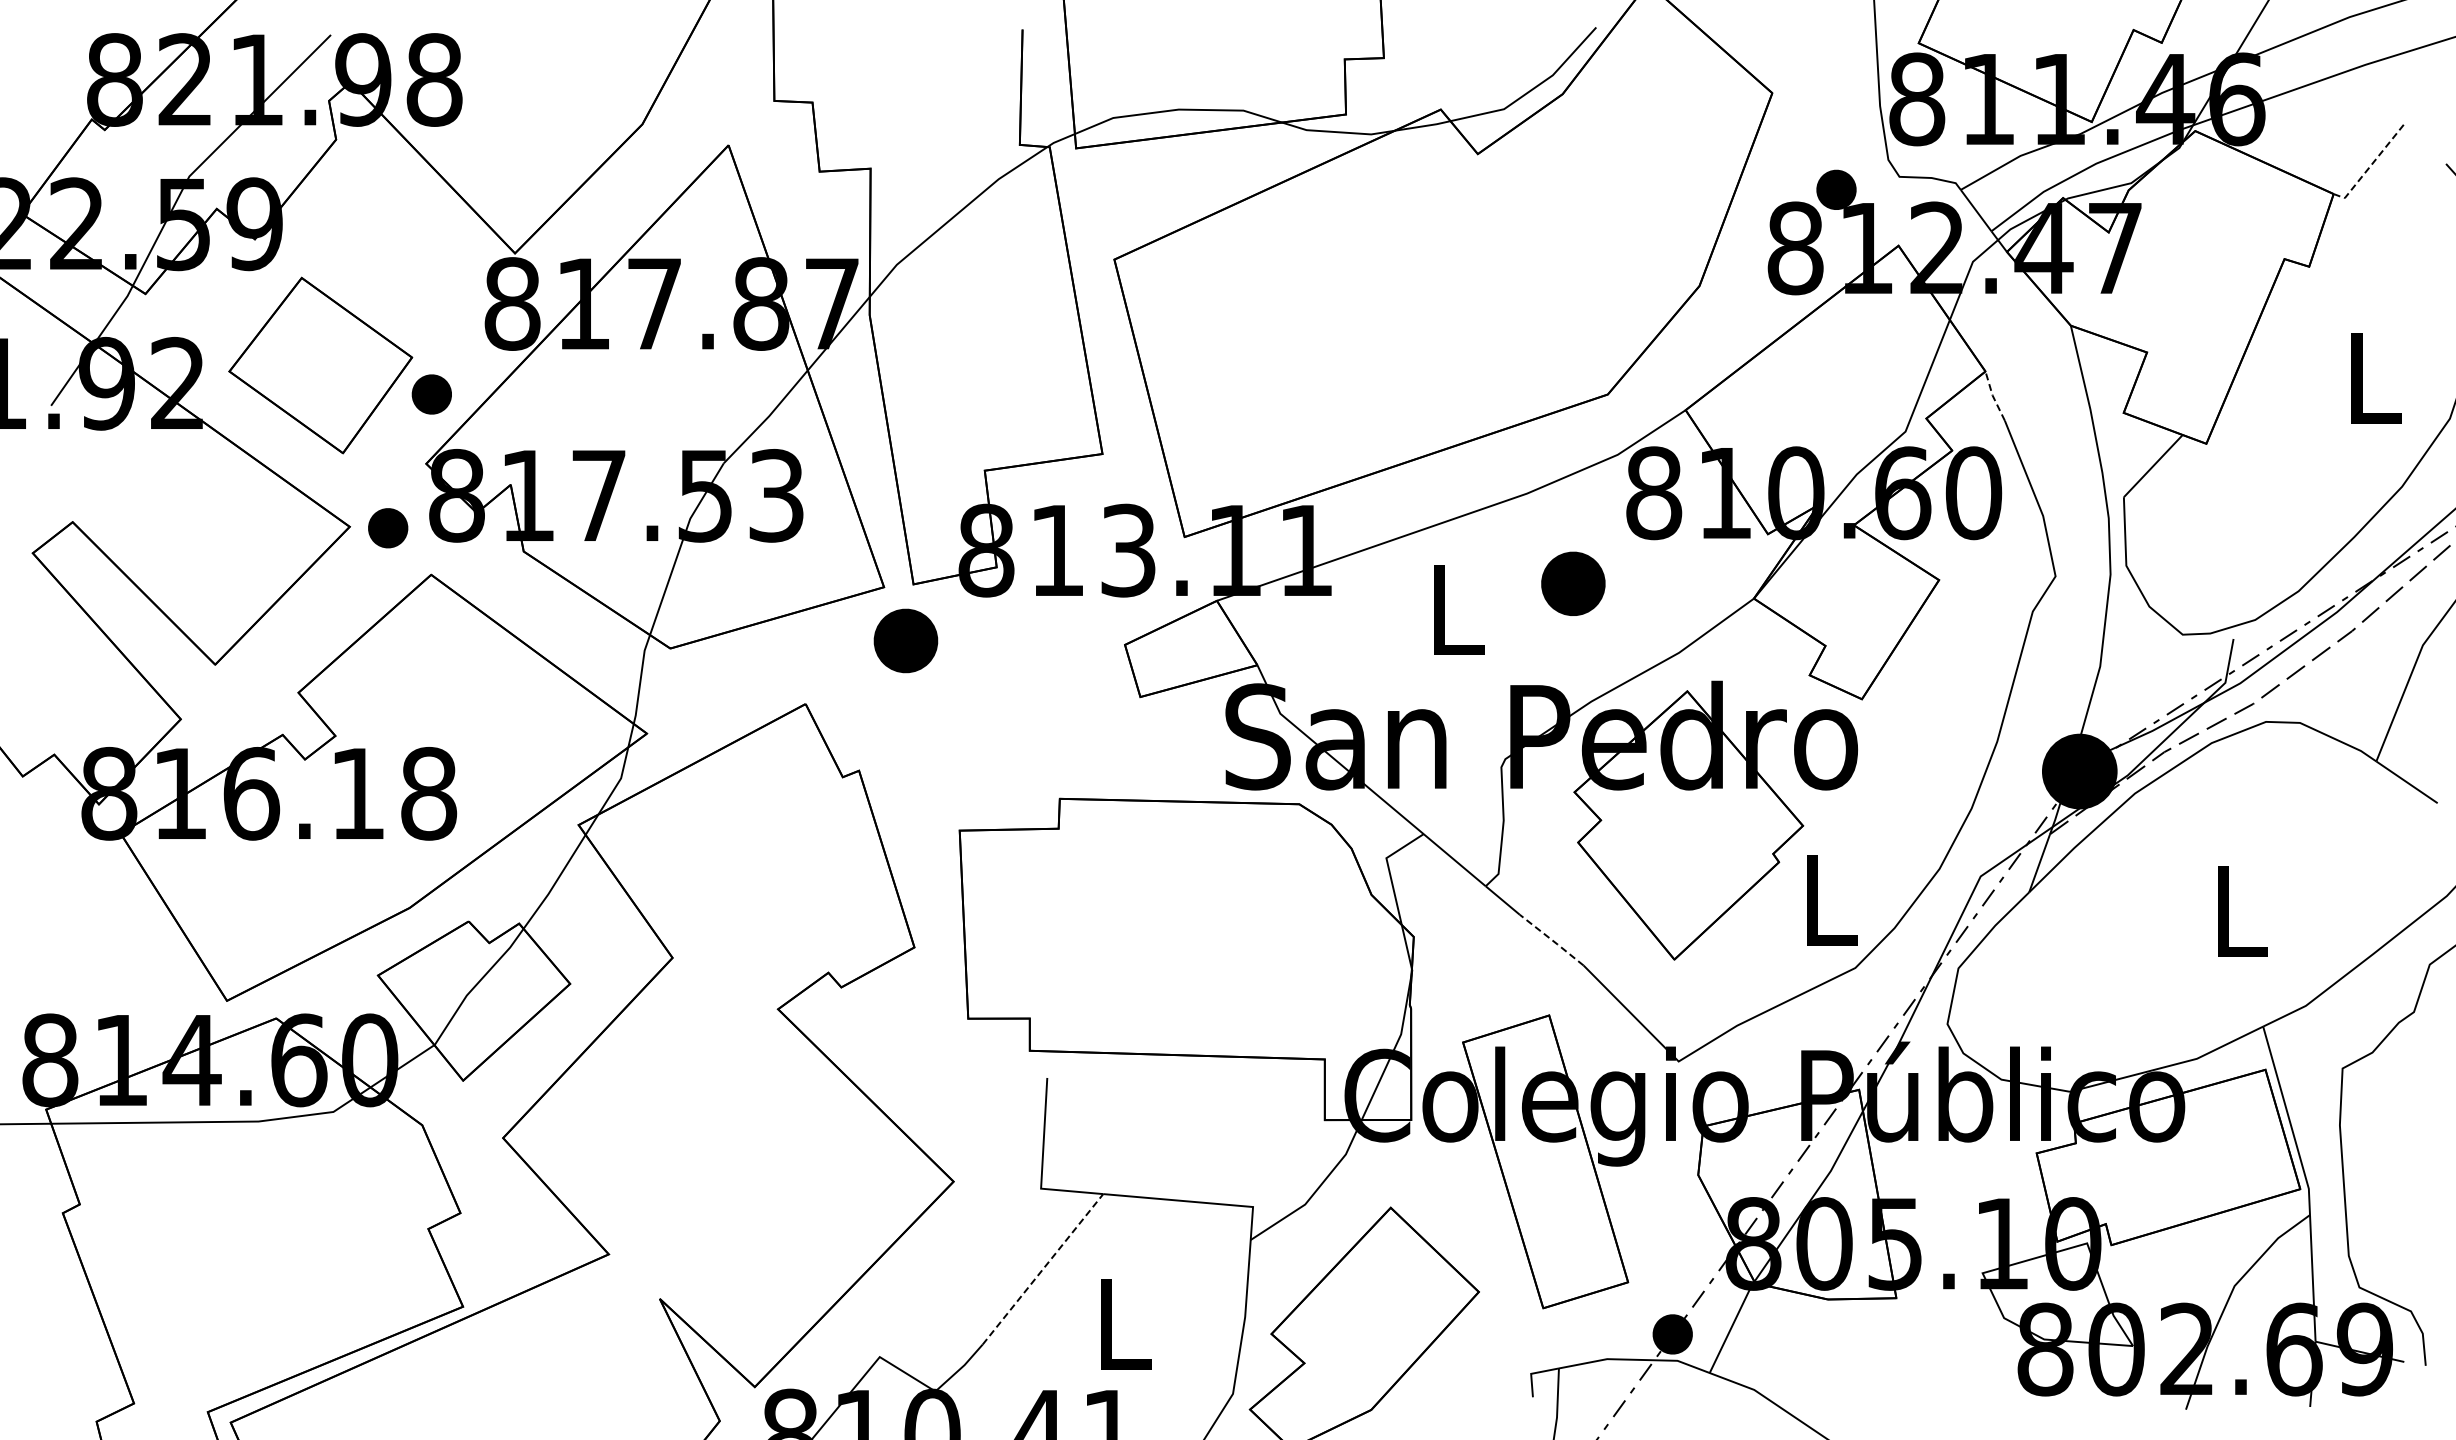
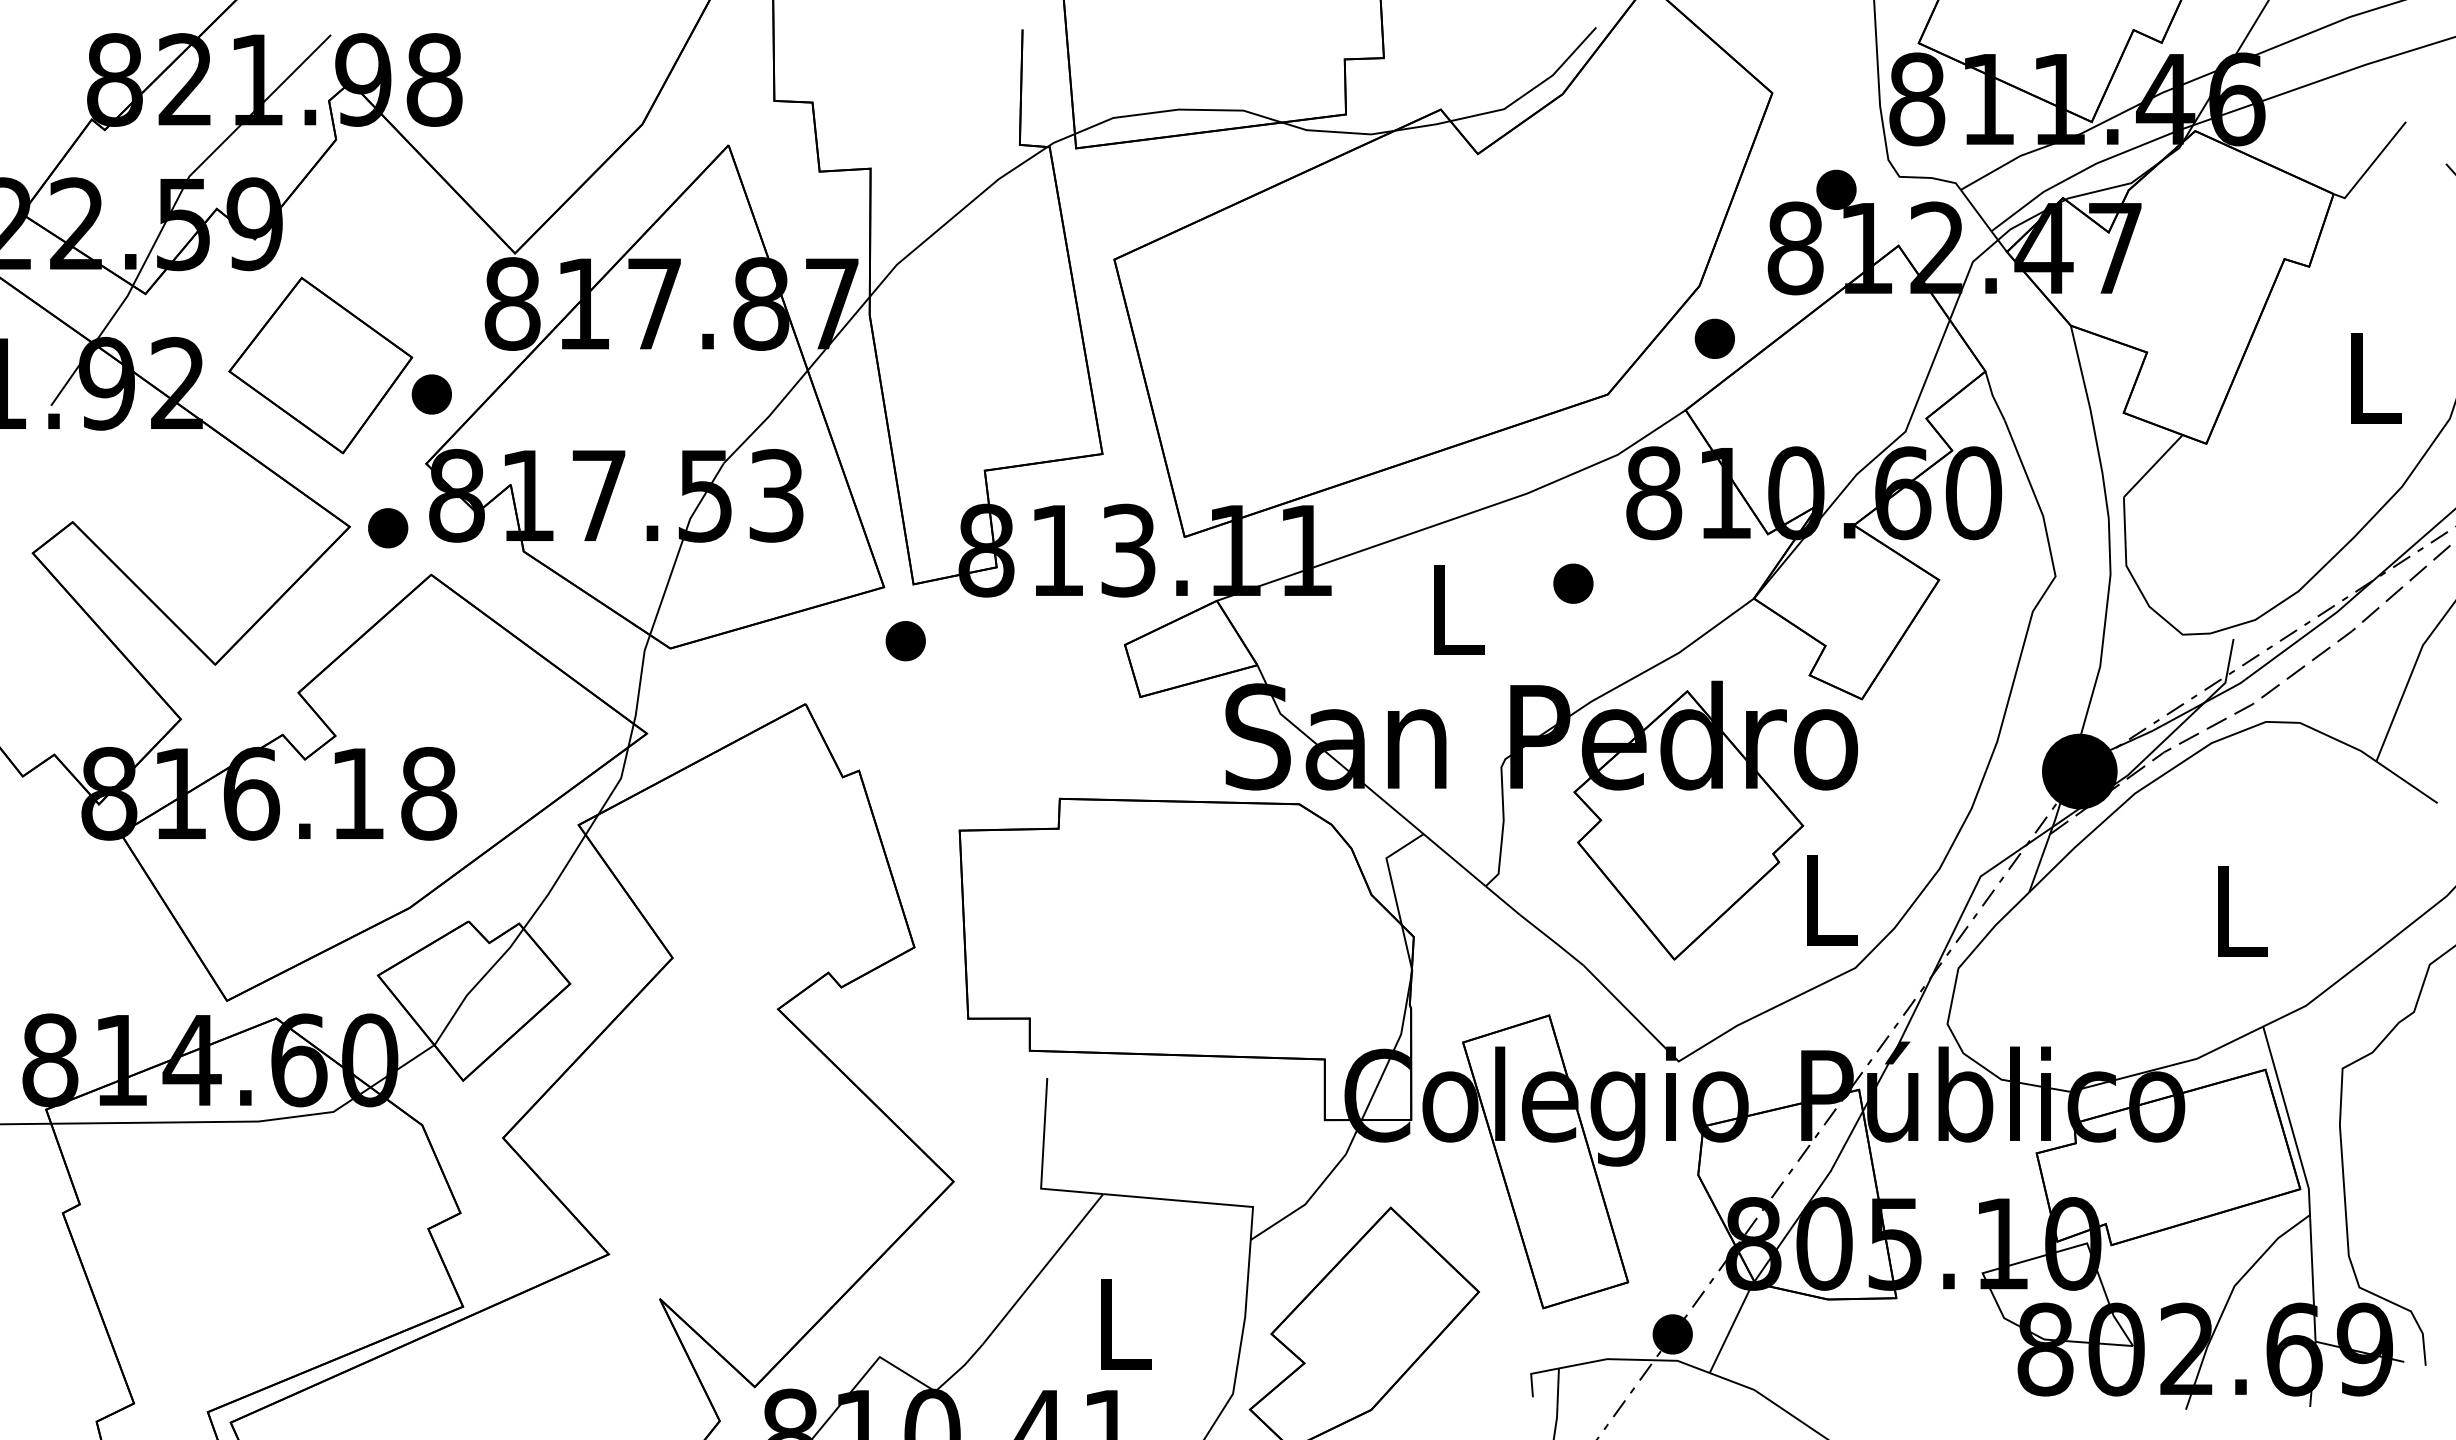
line at (2371, 164): dashed -> solid
part at (1714, 338): none -> present
line at (1993, 396): dashed -> solid
part at (1573, 583) size: 65x65 px -> 41x41 px
part at (905, 640) size: 66x66 px -> 41x41 px
line at (1552, 940): dashed -> solid
line at (1043, 1268): dashed -> solid
